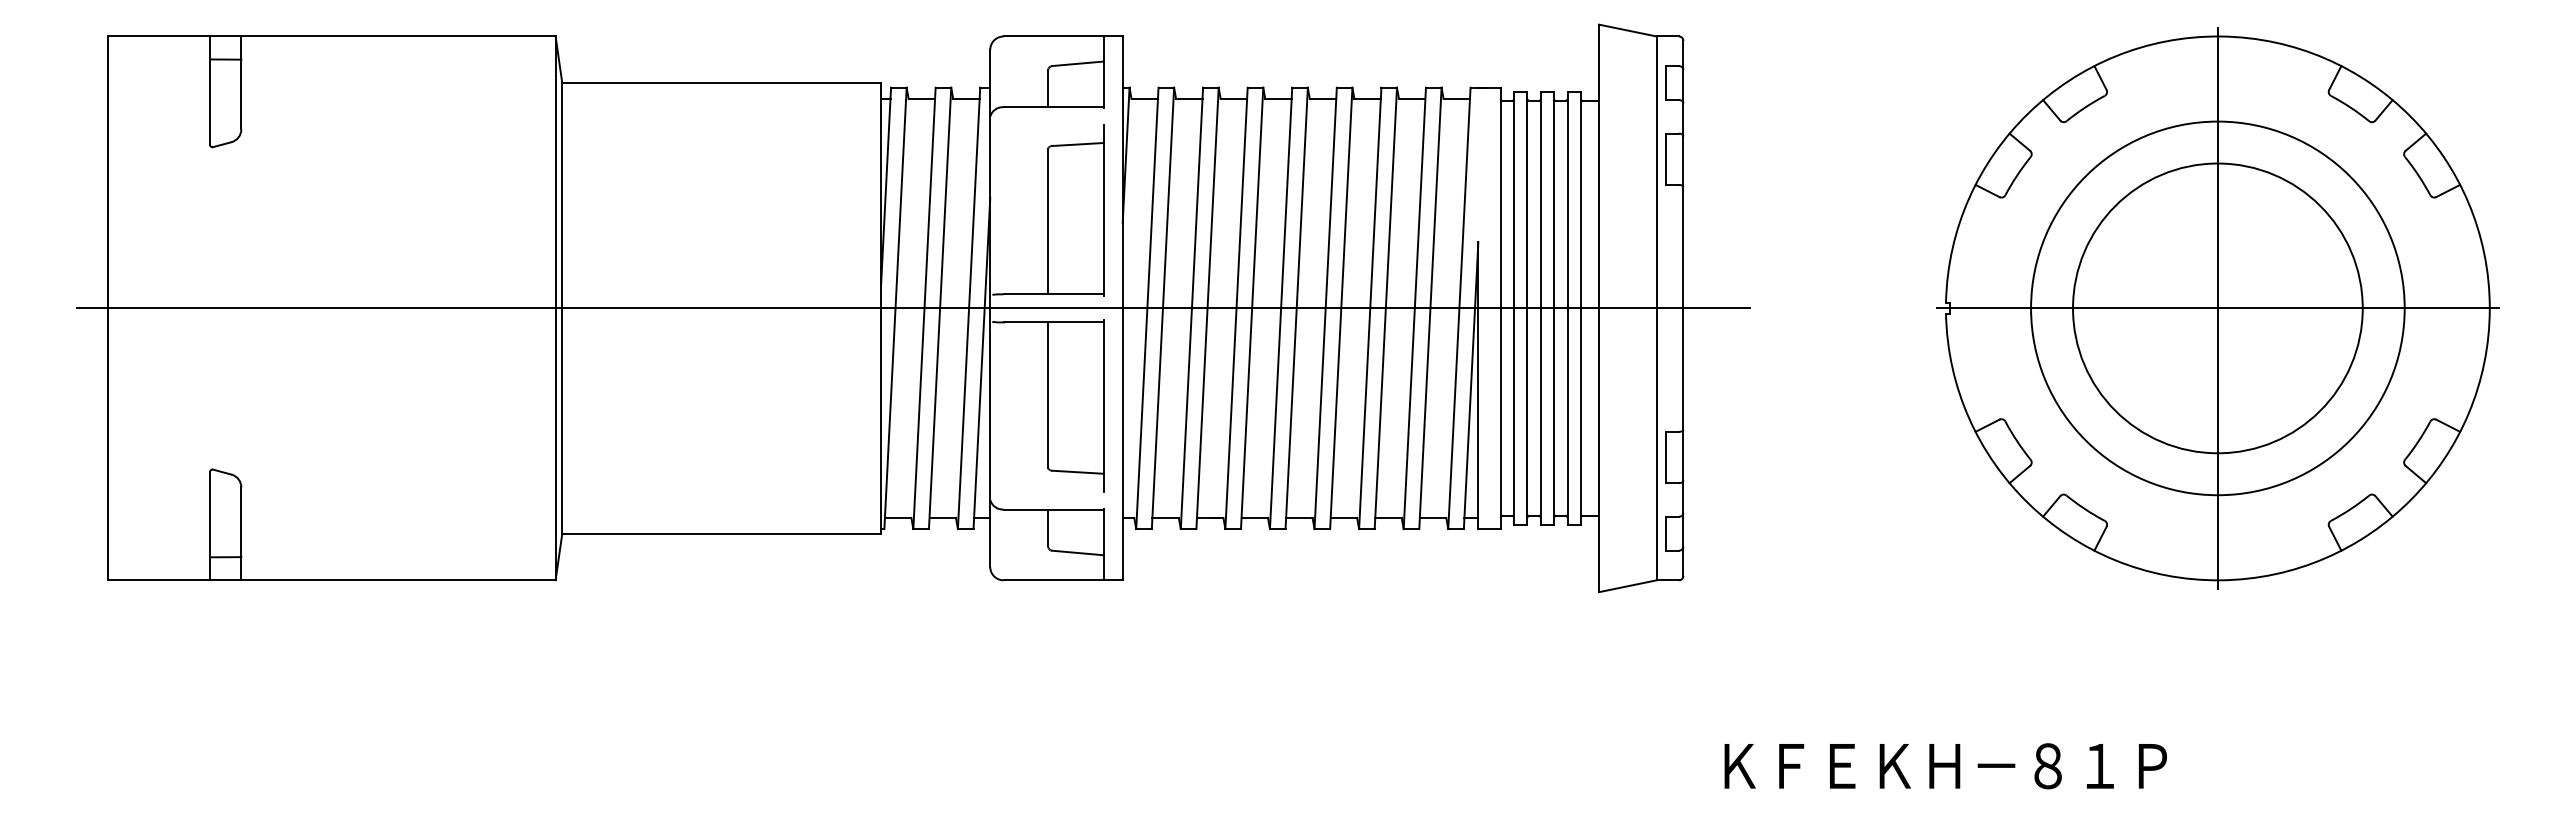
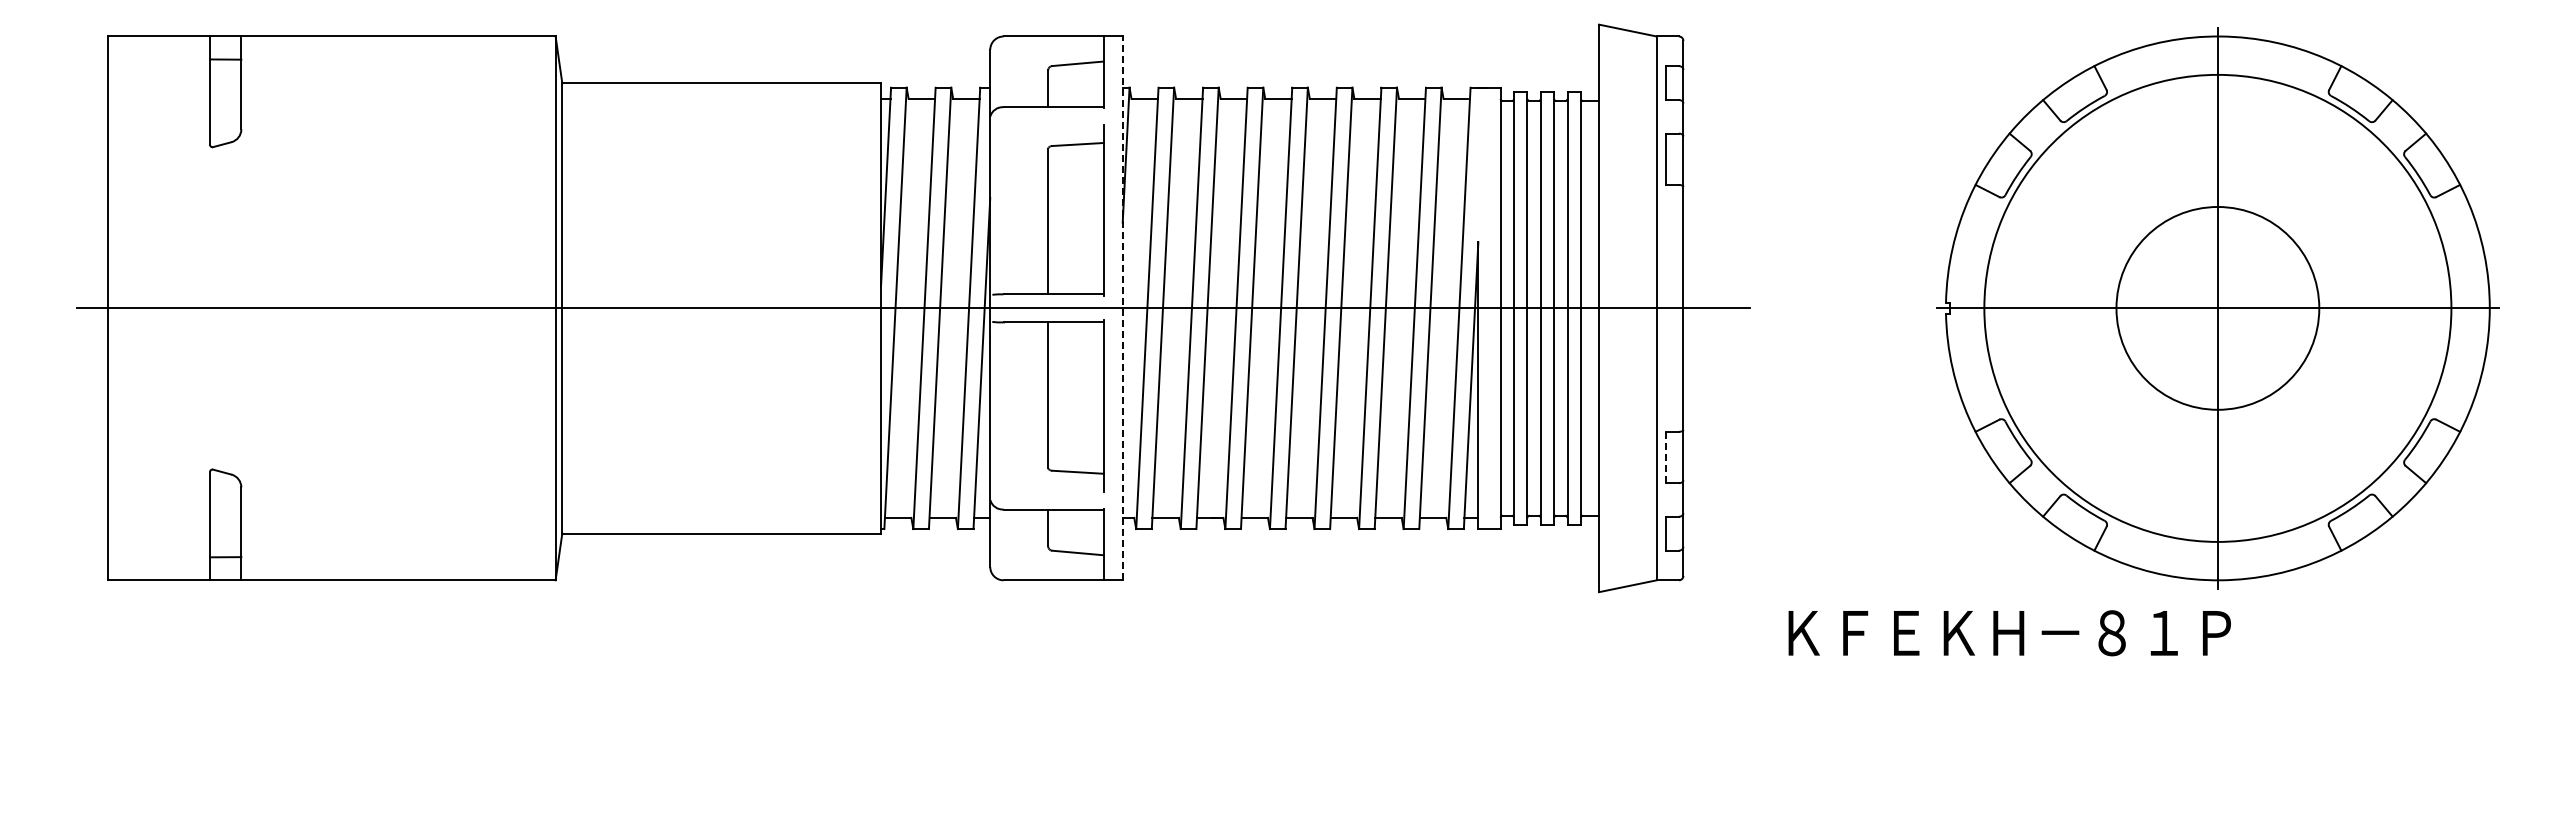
line at (1122, 308): solid -> dashed
circle at (2217, 308) diameter: 290 px -> 203 px
circle at (2217, 308) diameter: 374 px -> 467 px
line at (1665, 457): solid -> dashed
text at (1945, 766) position: (1945, 766) -> (2009, 633)
